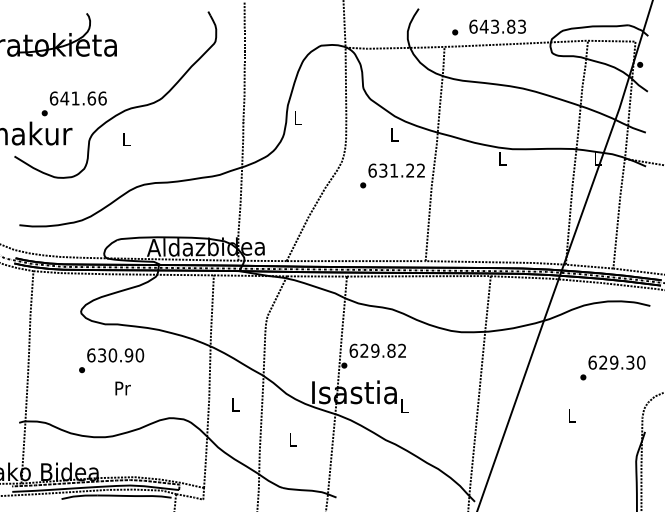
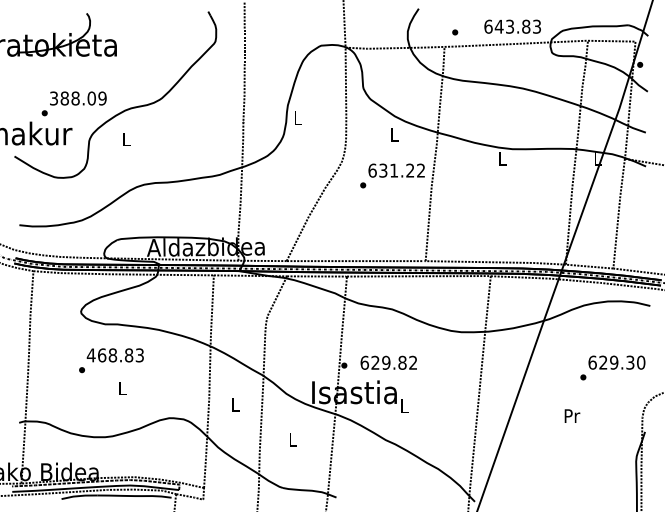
text at (497, 26) position: (497, 26) -> (512, 26)
text at (77, 98): 641.66 -> 388.09
text at (377, 350) position: (377, 350) -> (388, 362)
text at (115, 355): 630.90 -> 468.83
text at (122, 388): Pr -> L
text at (572, 415): L -> Pr
